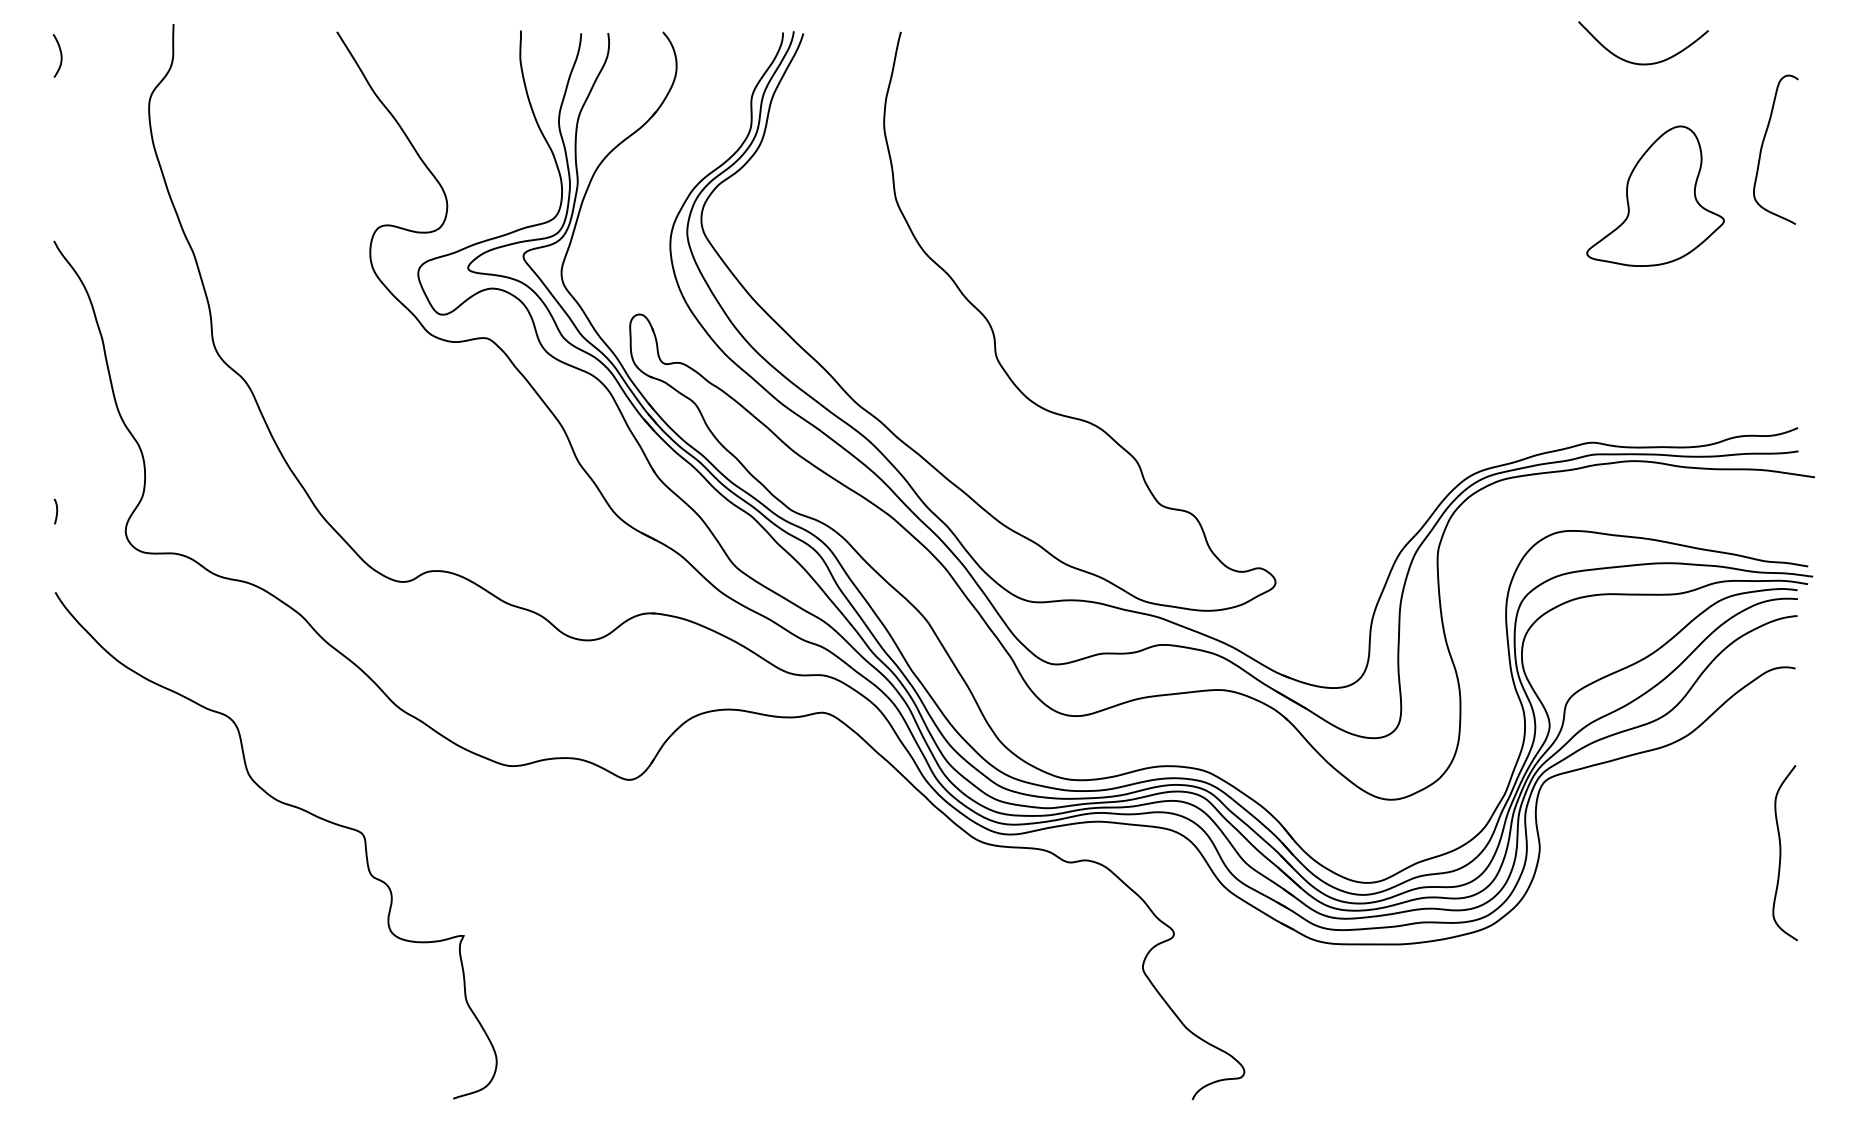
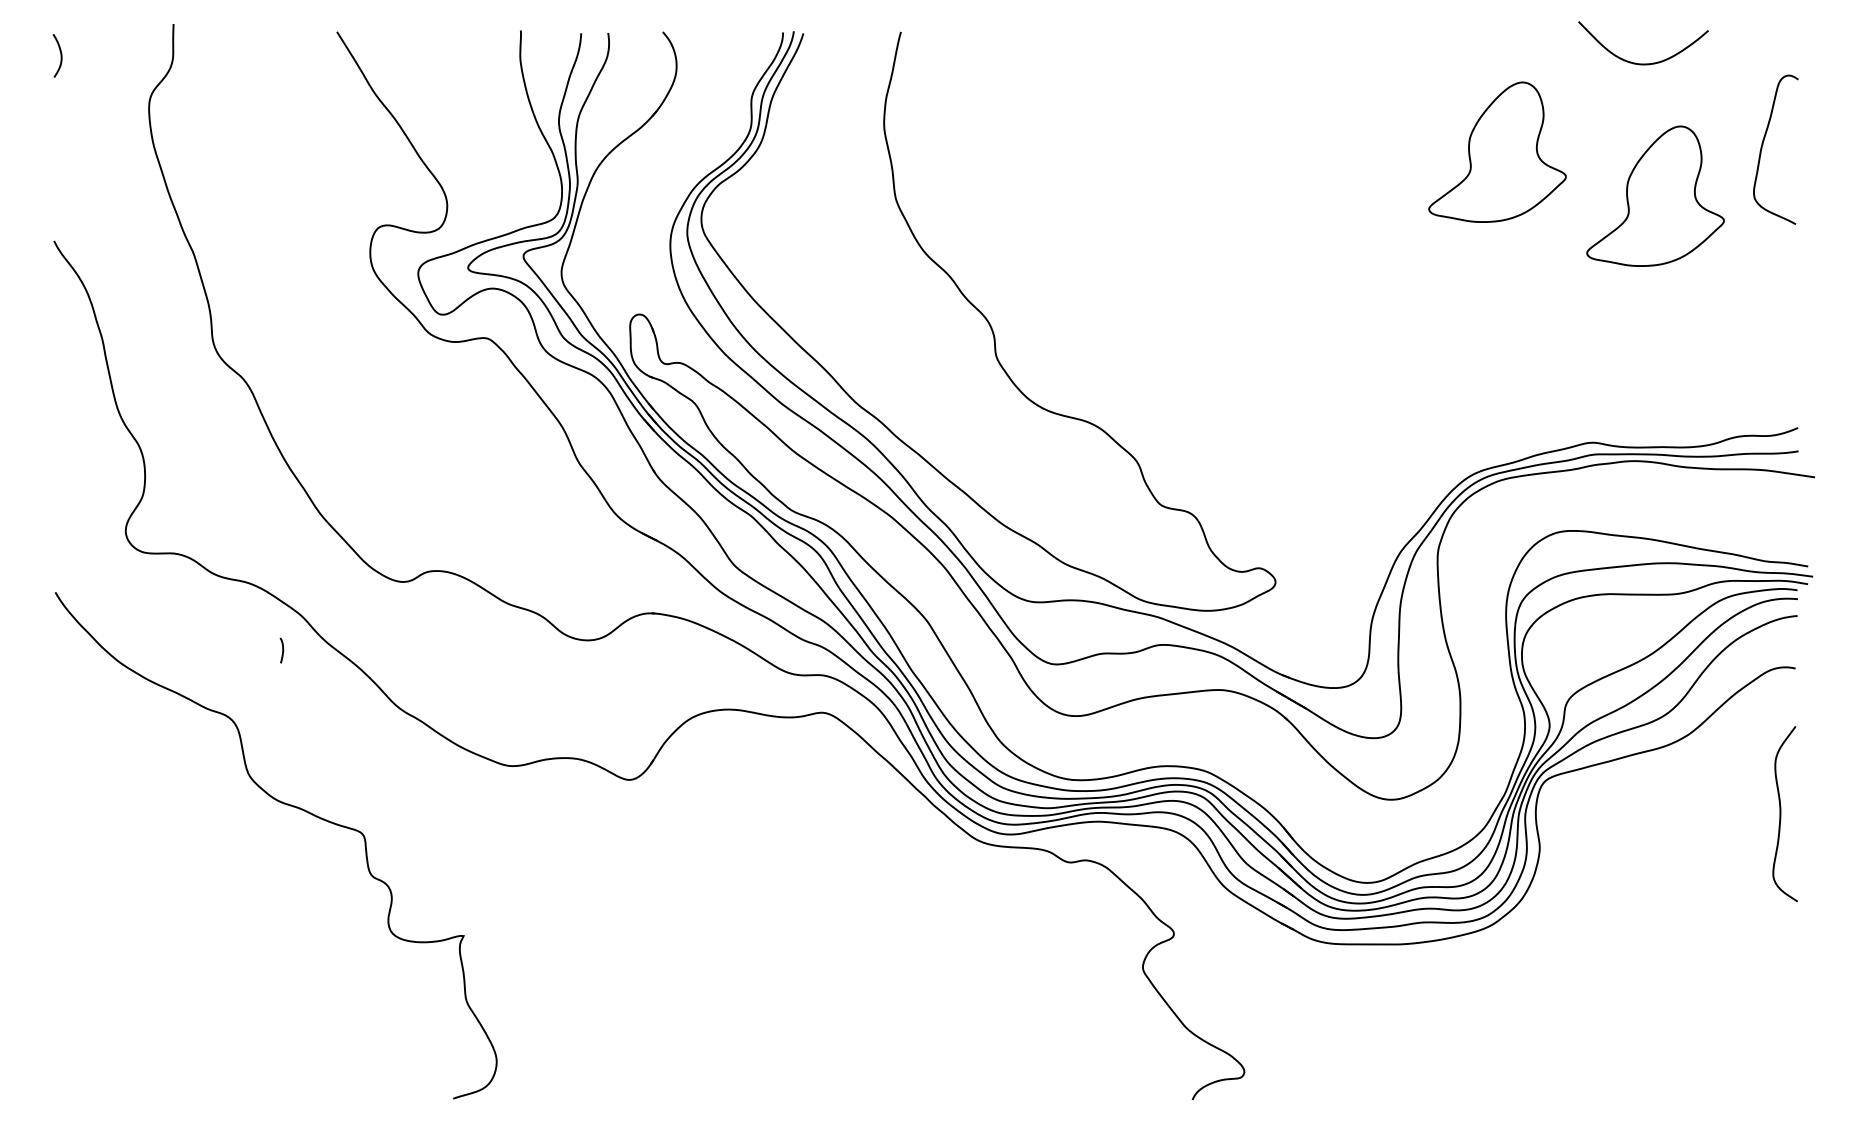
part at (1497, 151): none -> present
curve at (56, 511) position: (56, 511) -> (282, 650)
curve at (1781, 853) position: (1781, 853) -> (1781, 814)
